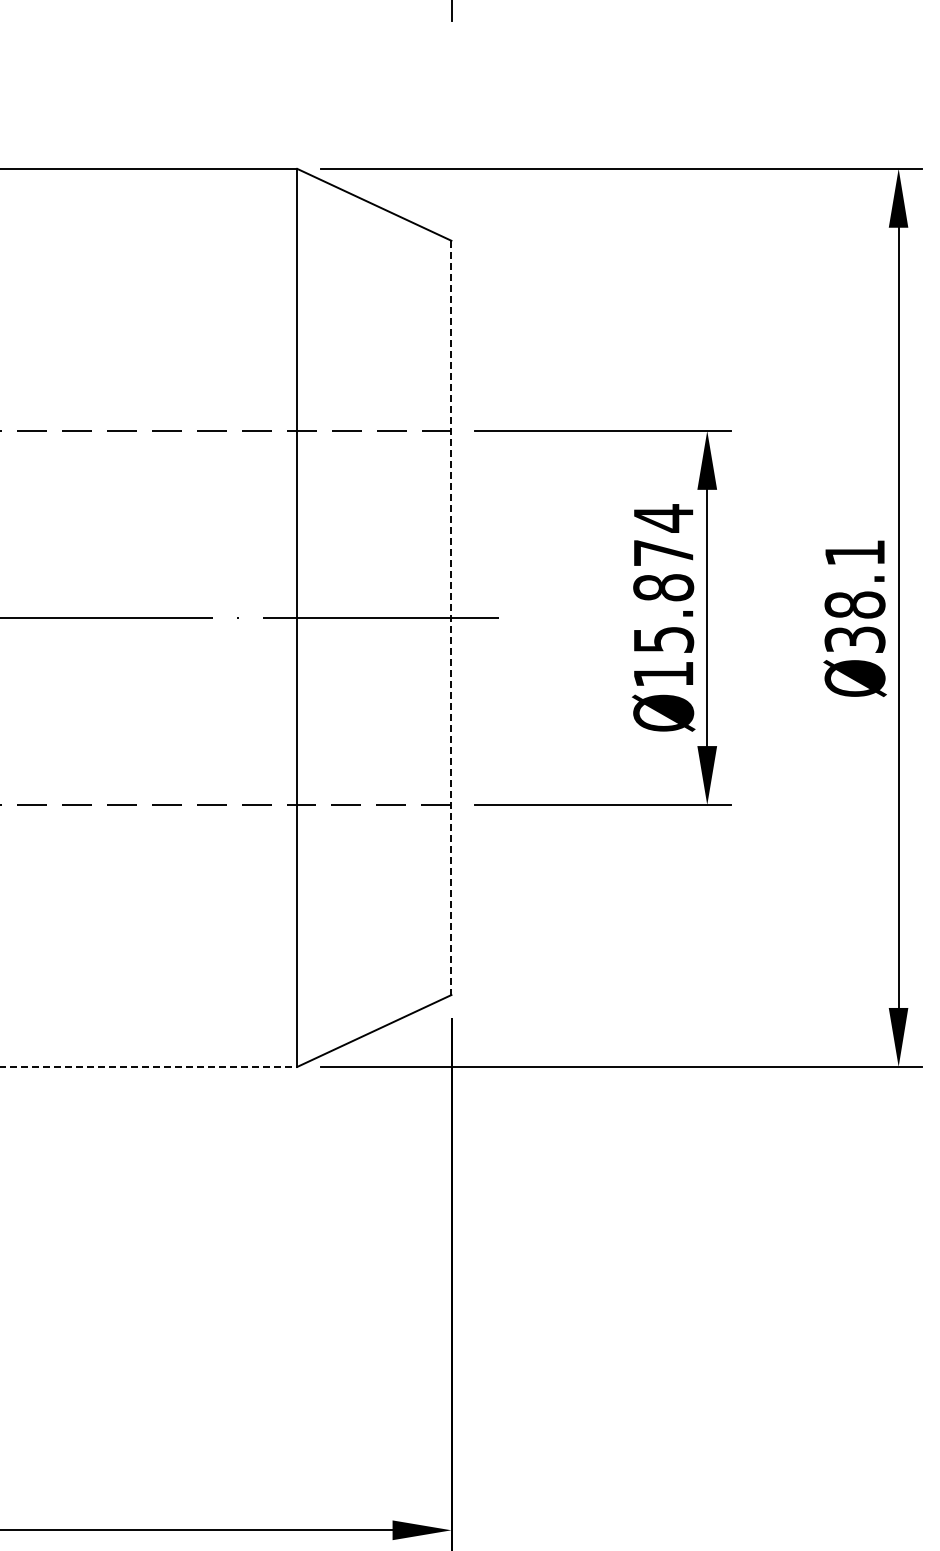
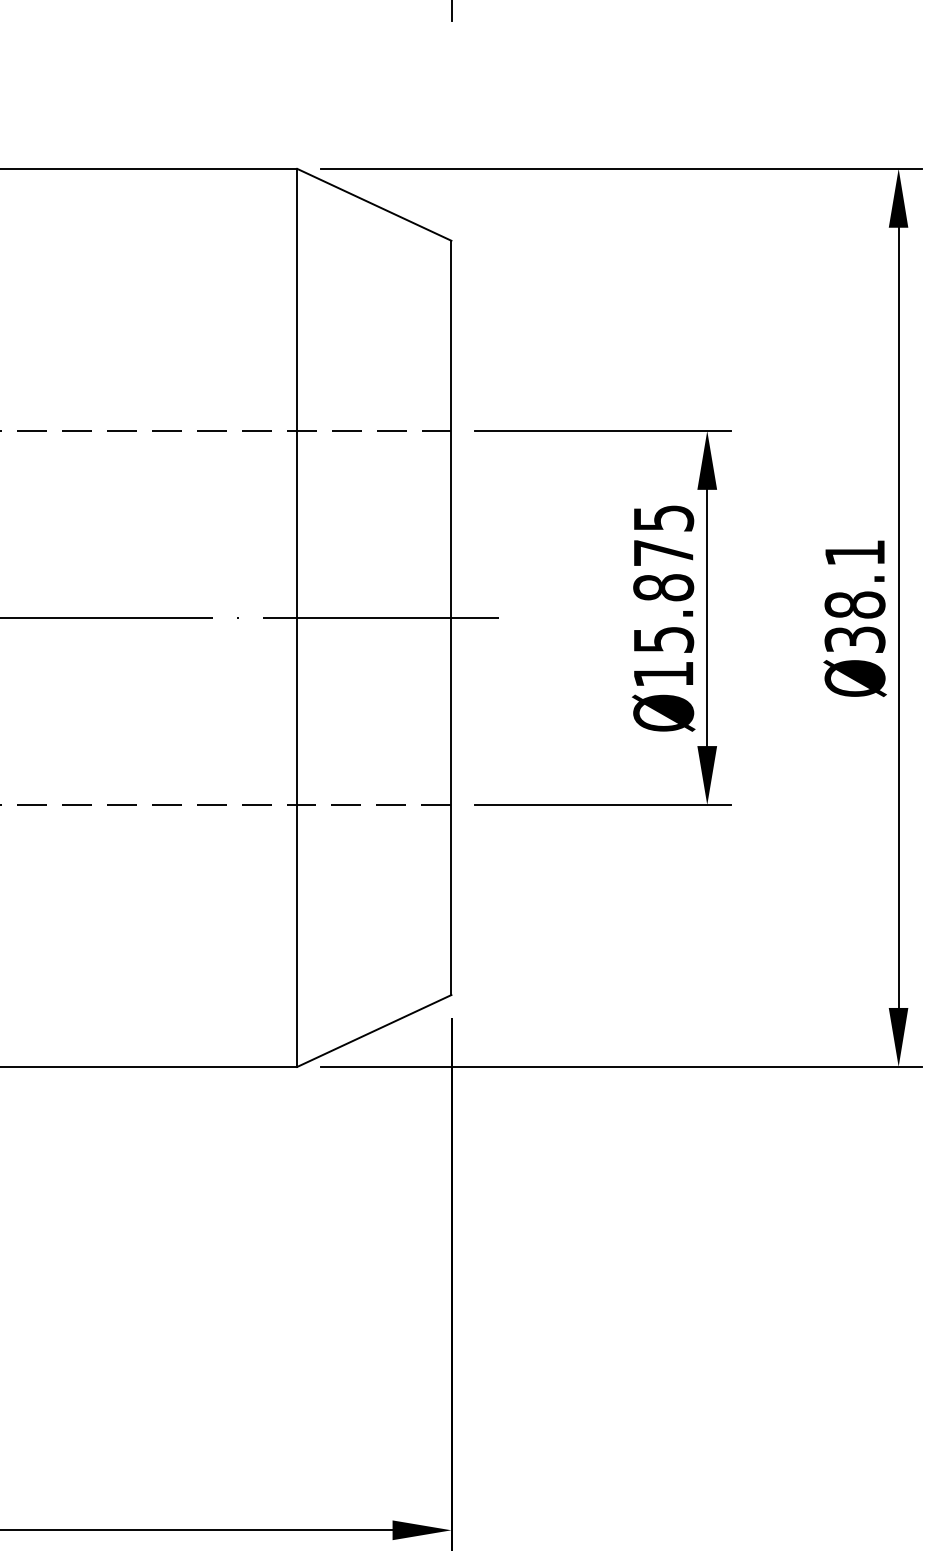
text at (664, 518): Ø15.874 -> Ø15.875
line at (451, 618): dashed -> solid
line at (149, 1066): dashed -> solid
